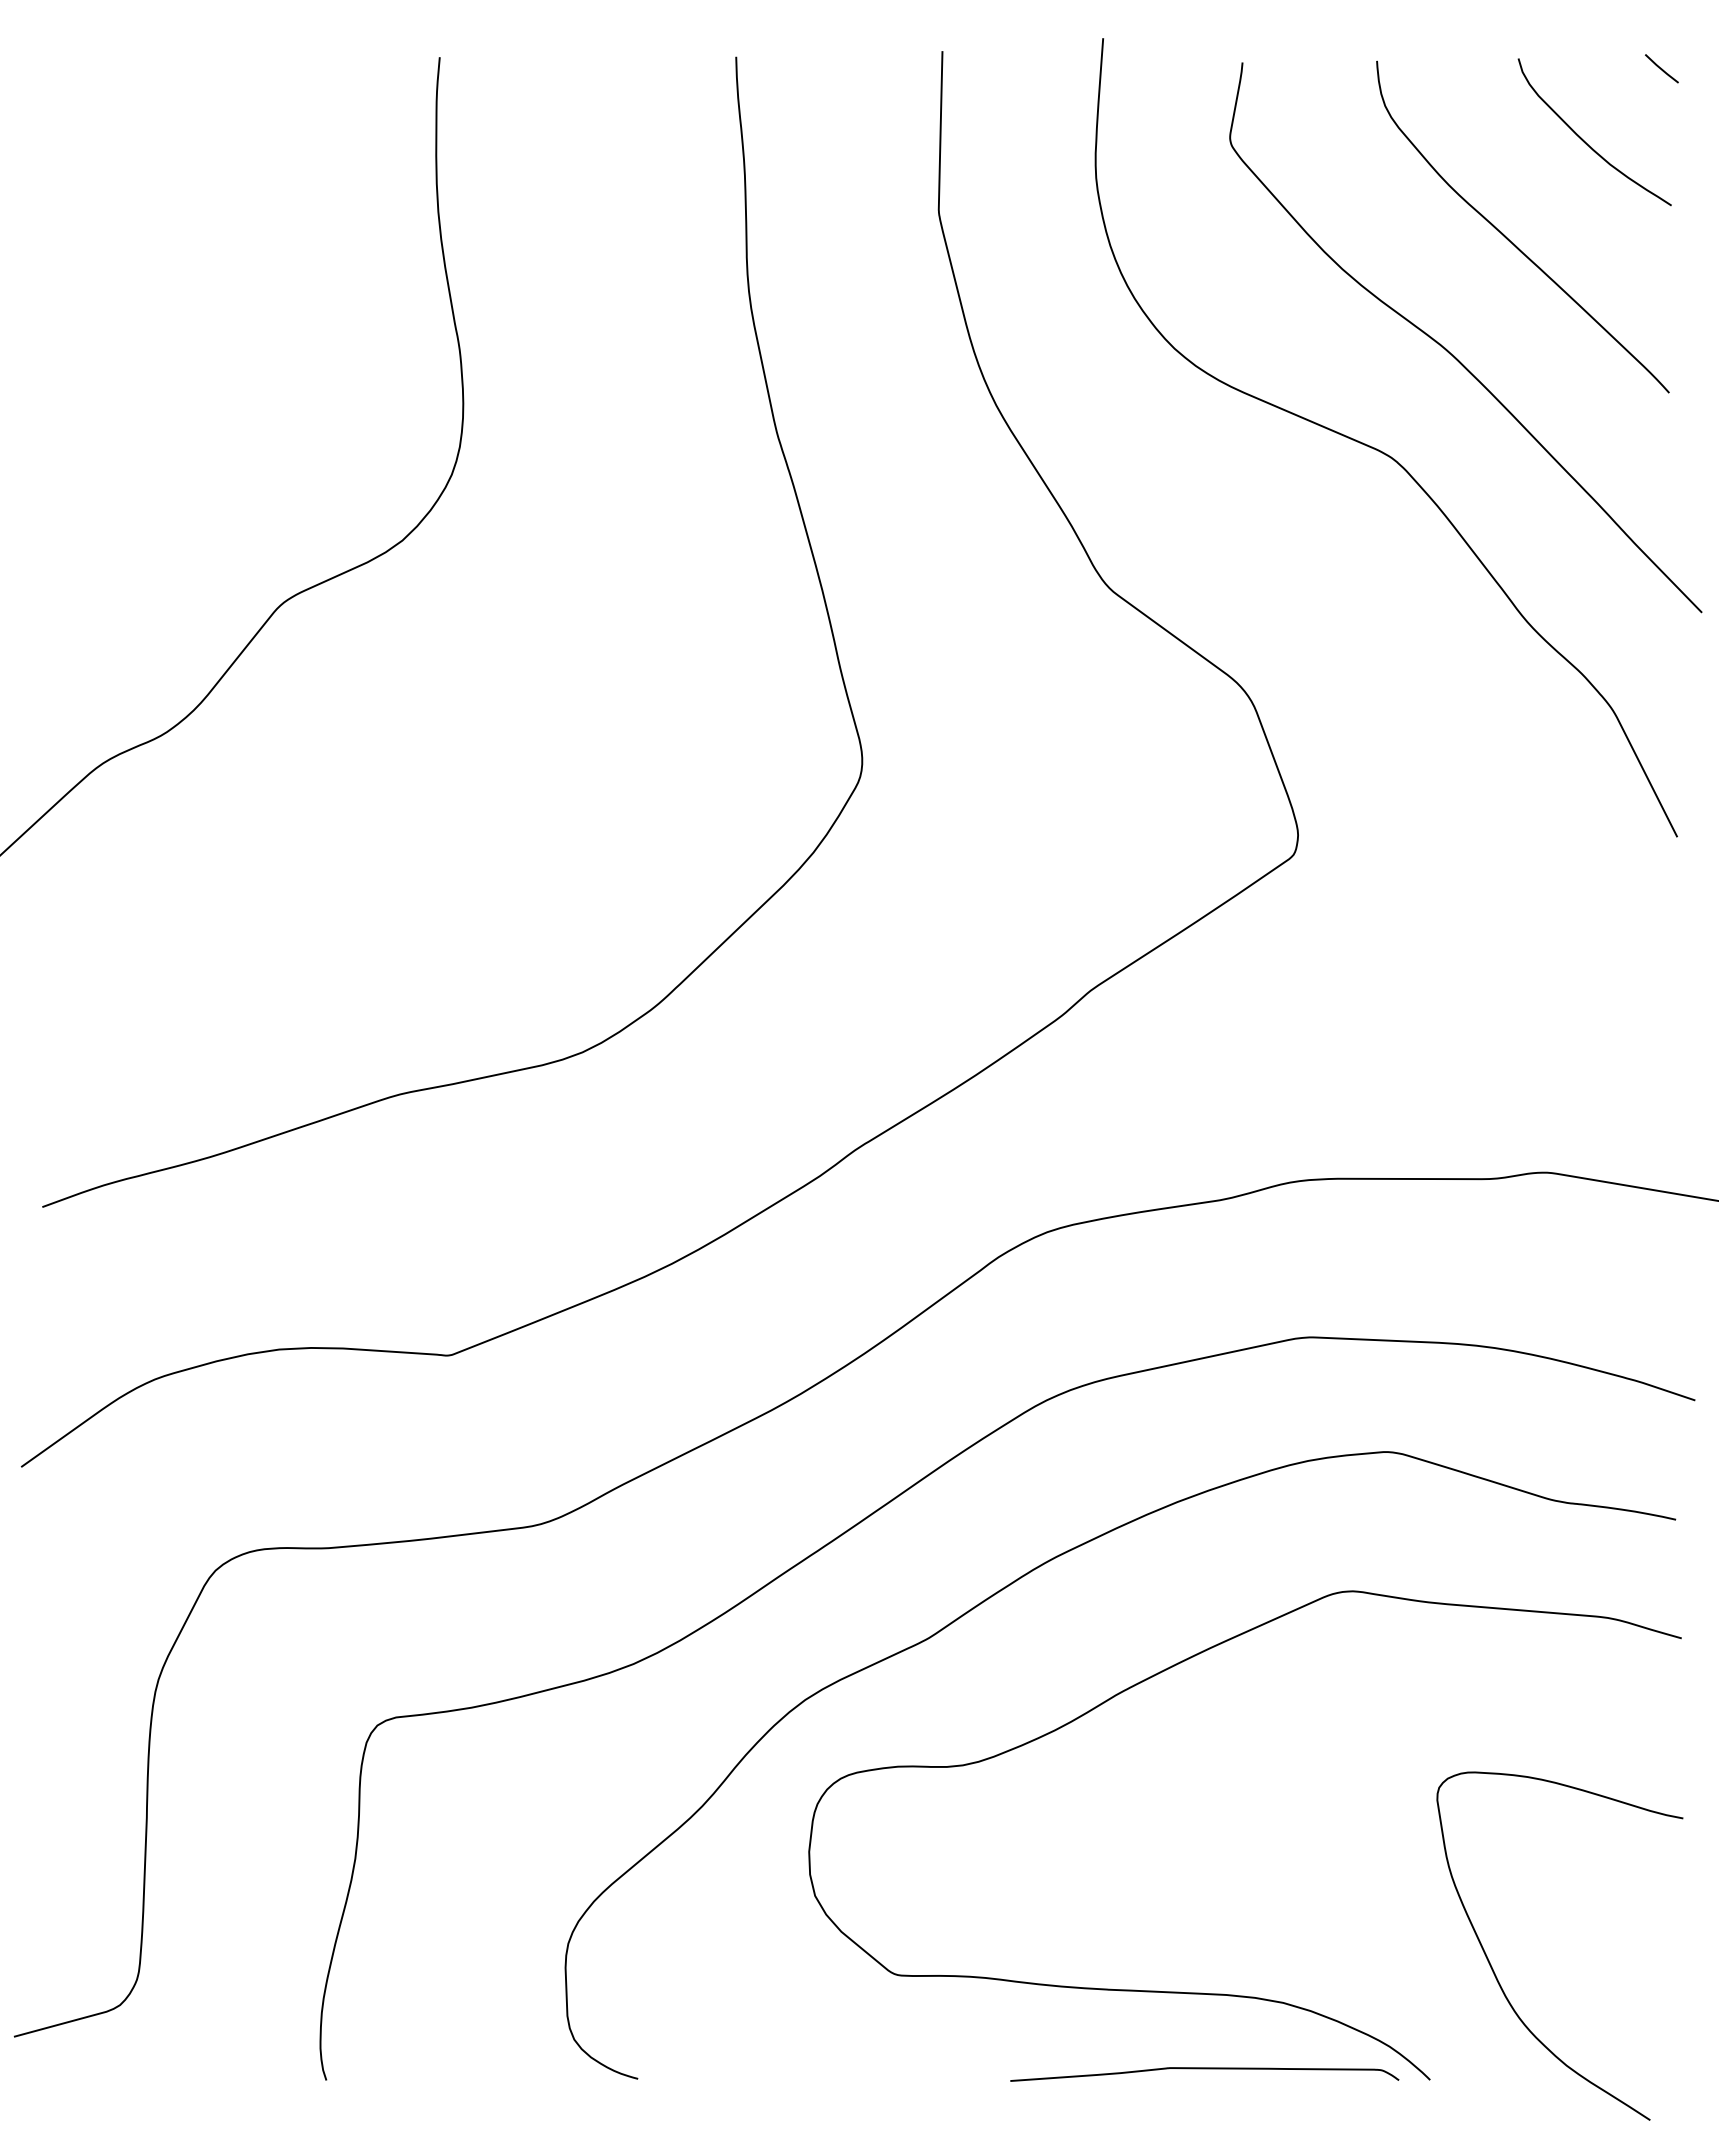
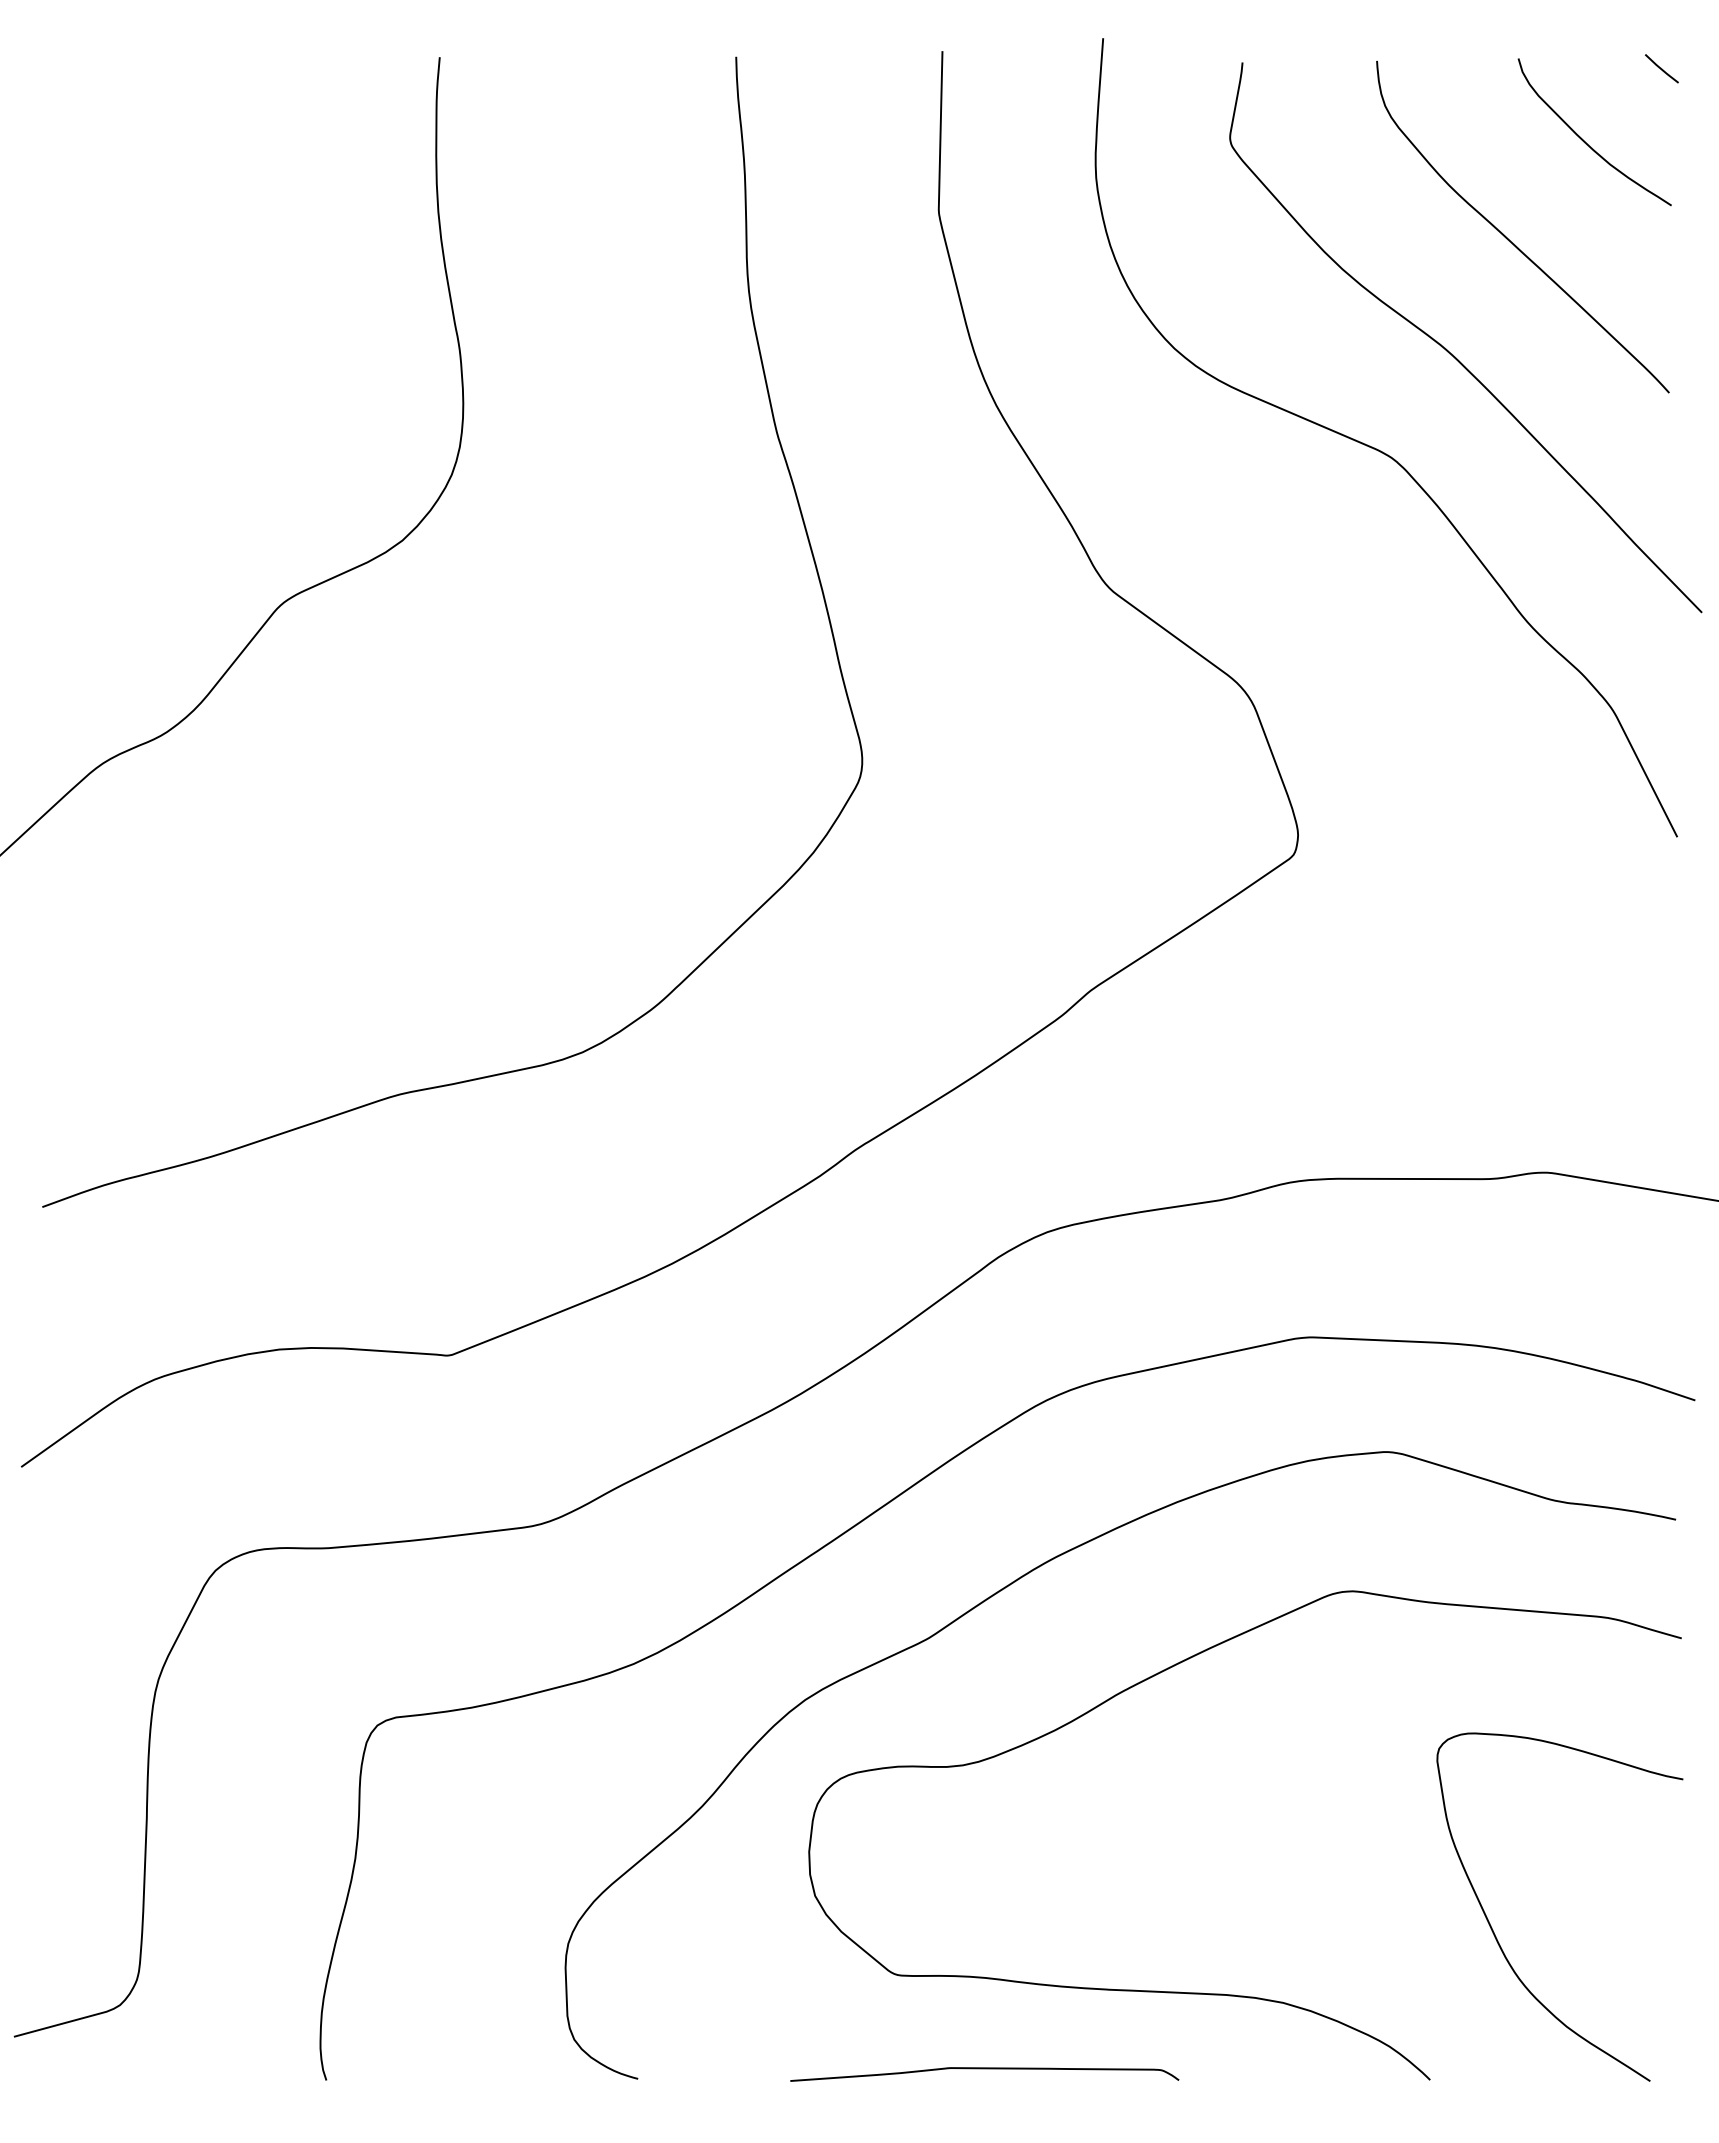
curve at (1497, 1977) position: (1497, 1977) -> (1497, 1938)
curve at (1204, 2069) position: (1204, 2069) -> (984, 2069)
